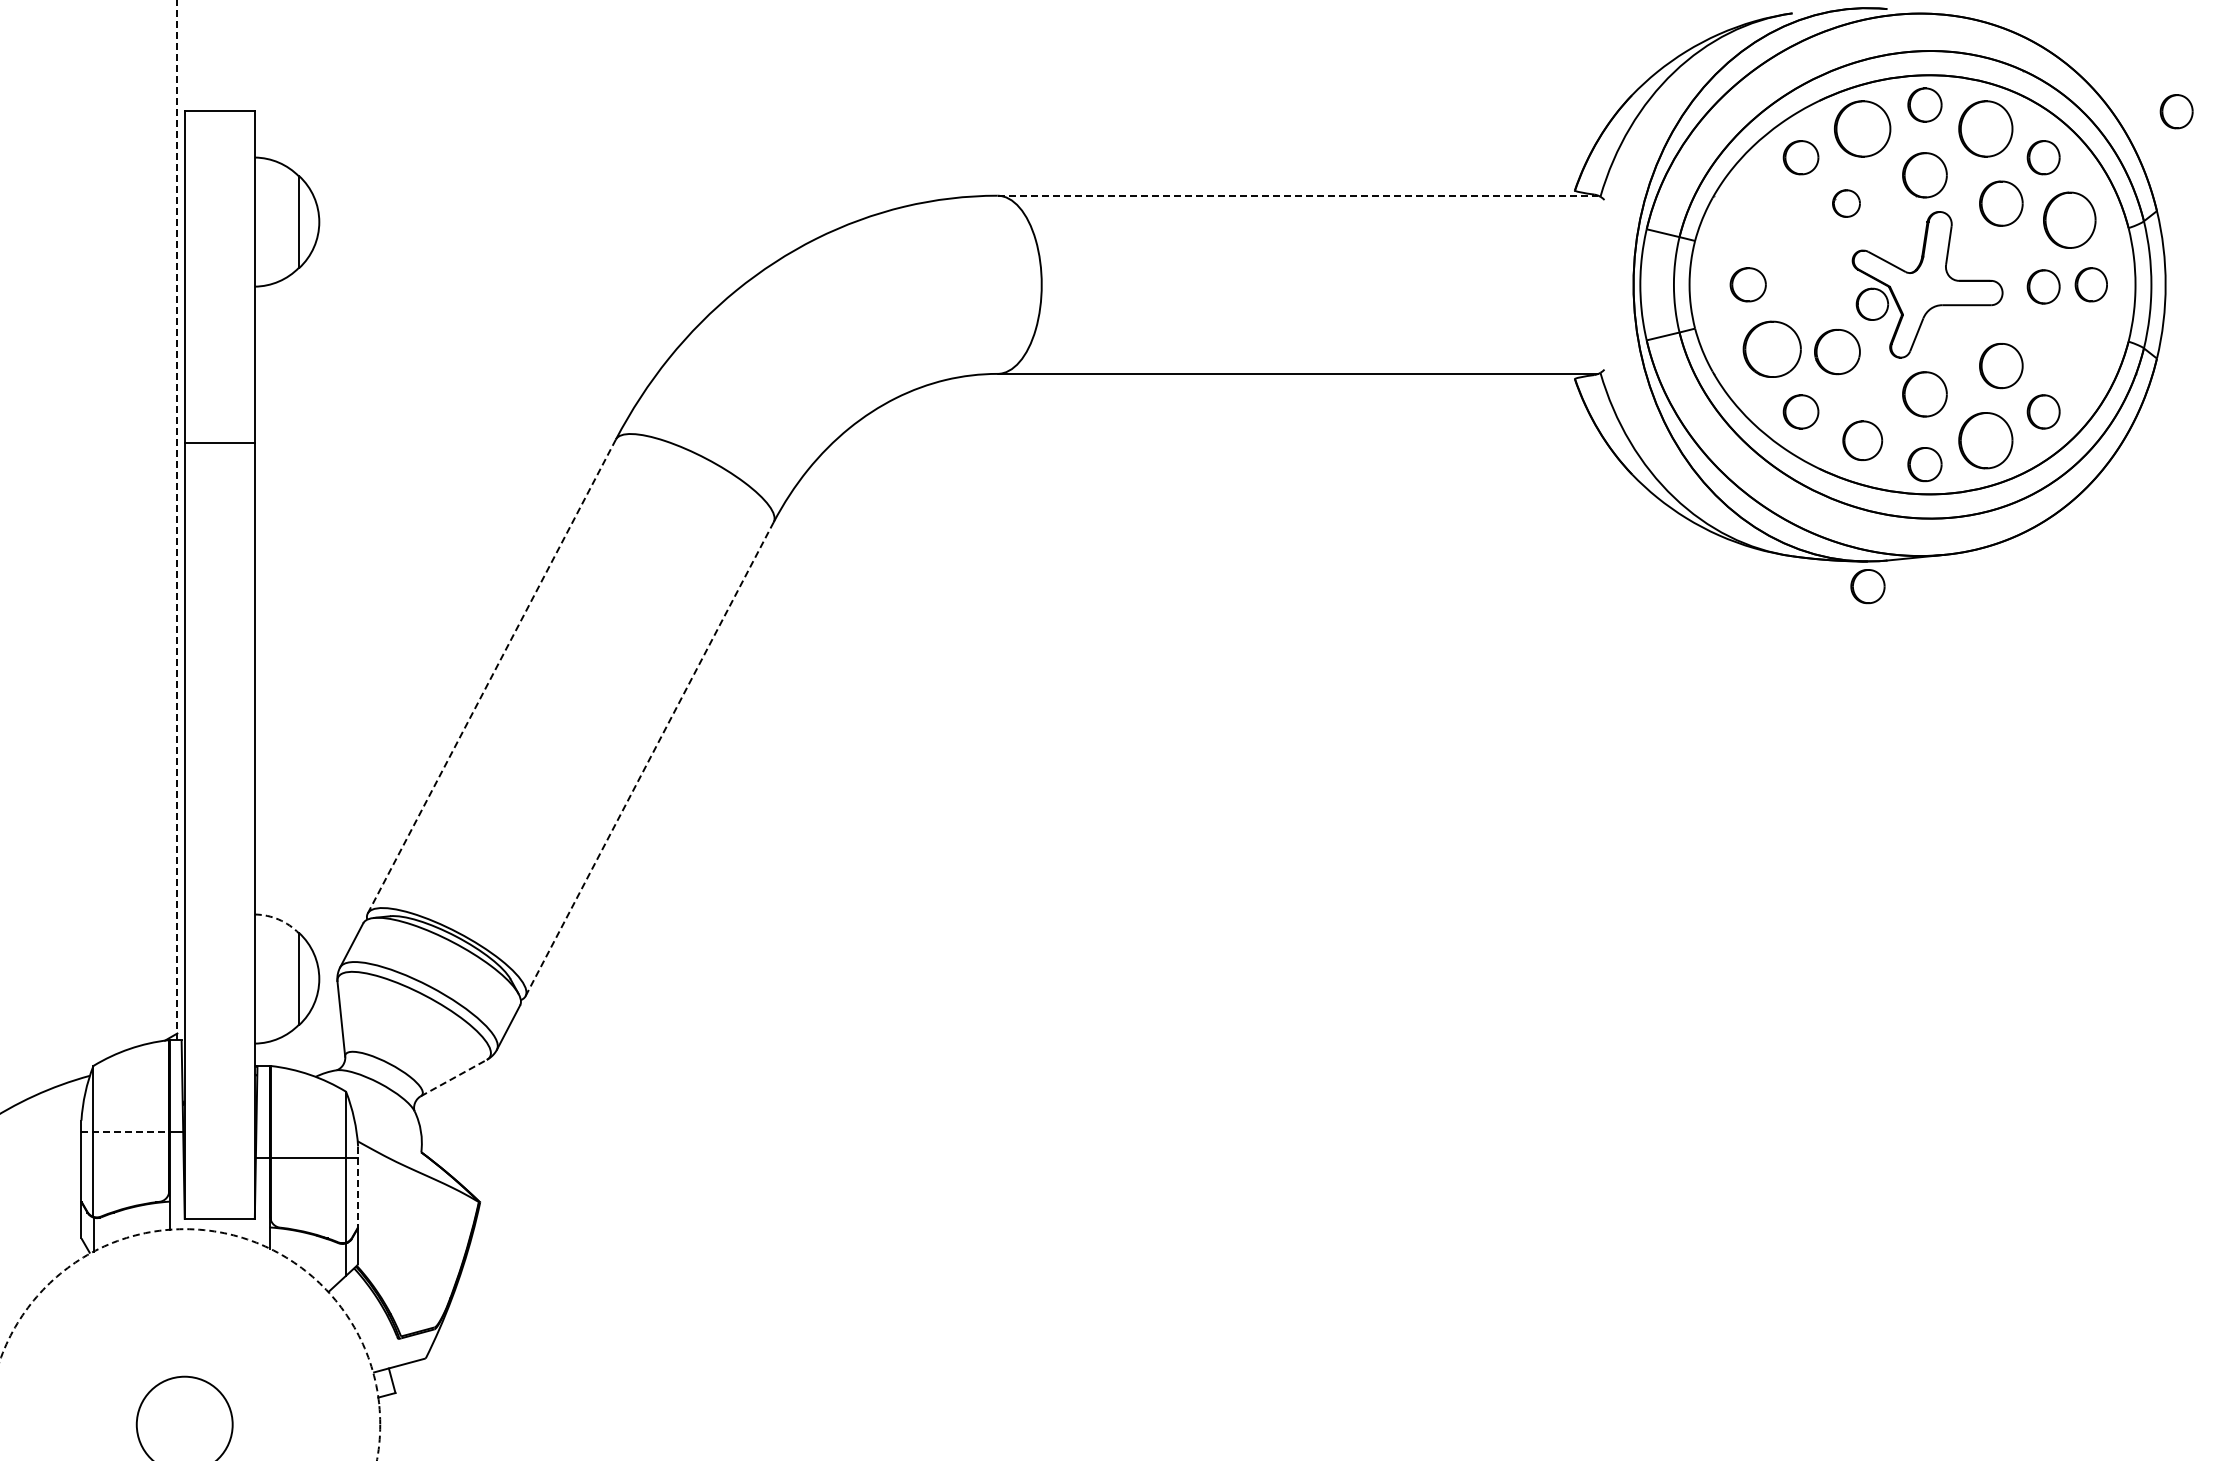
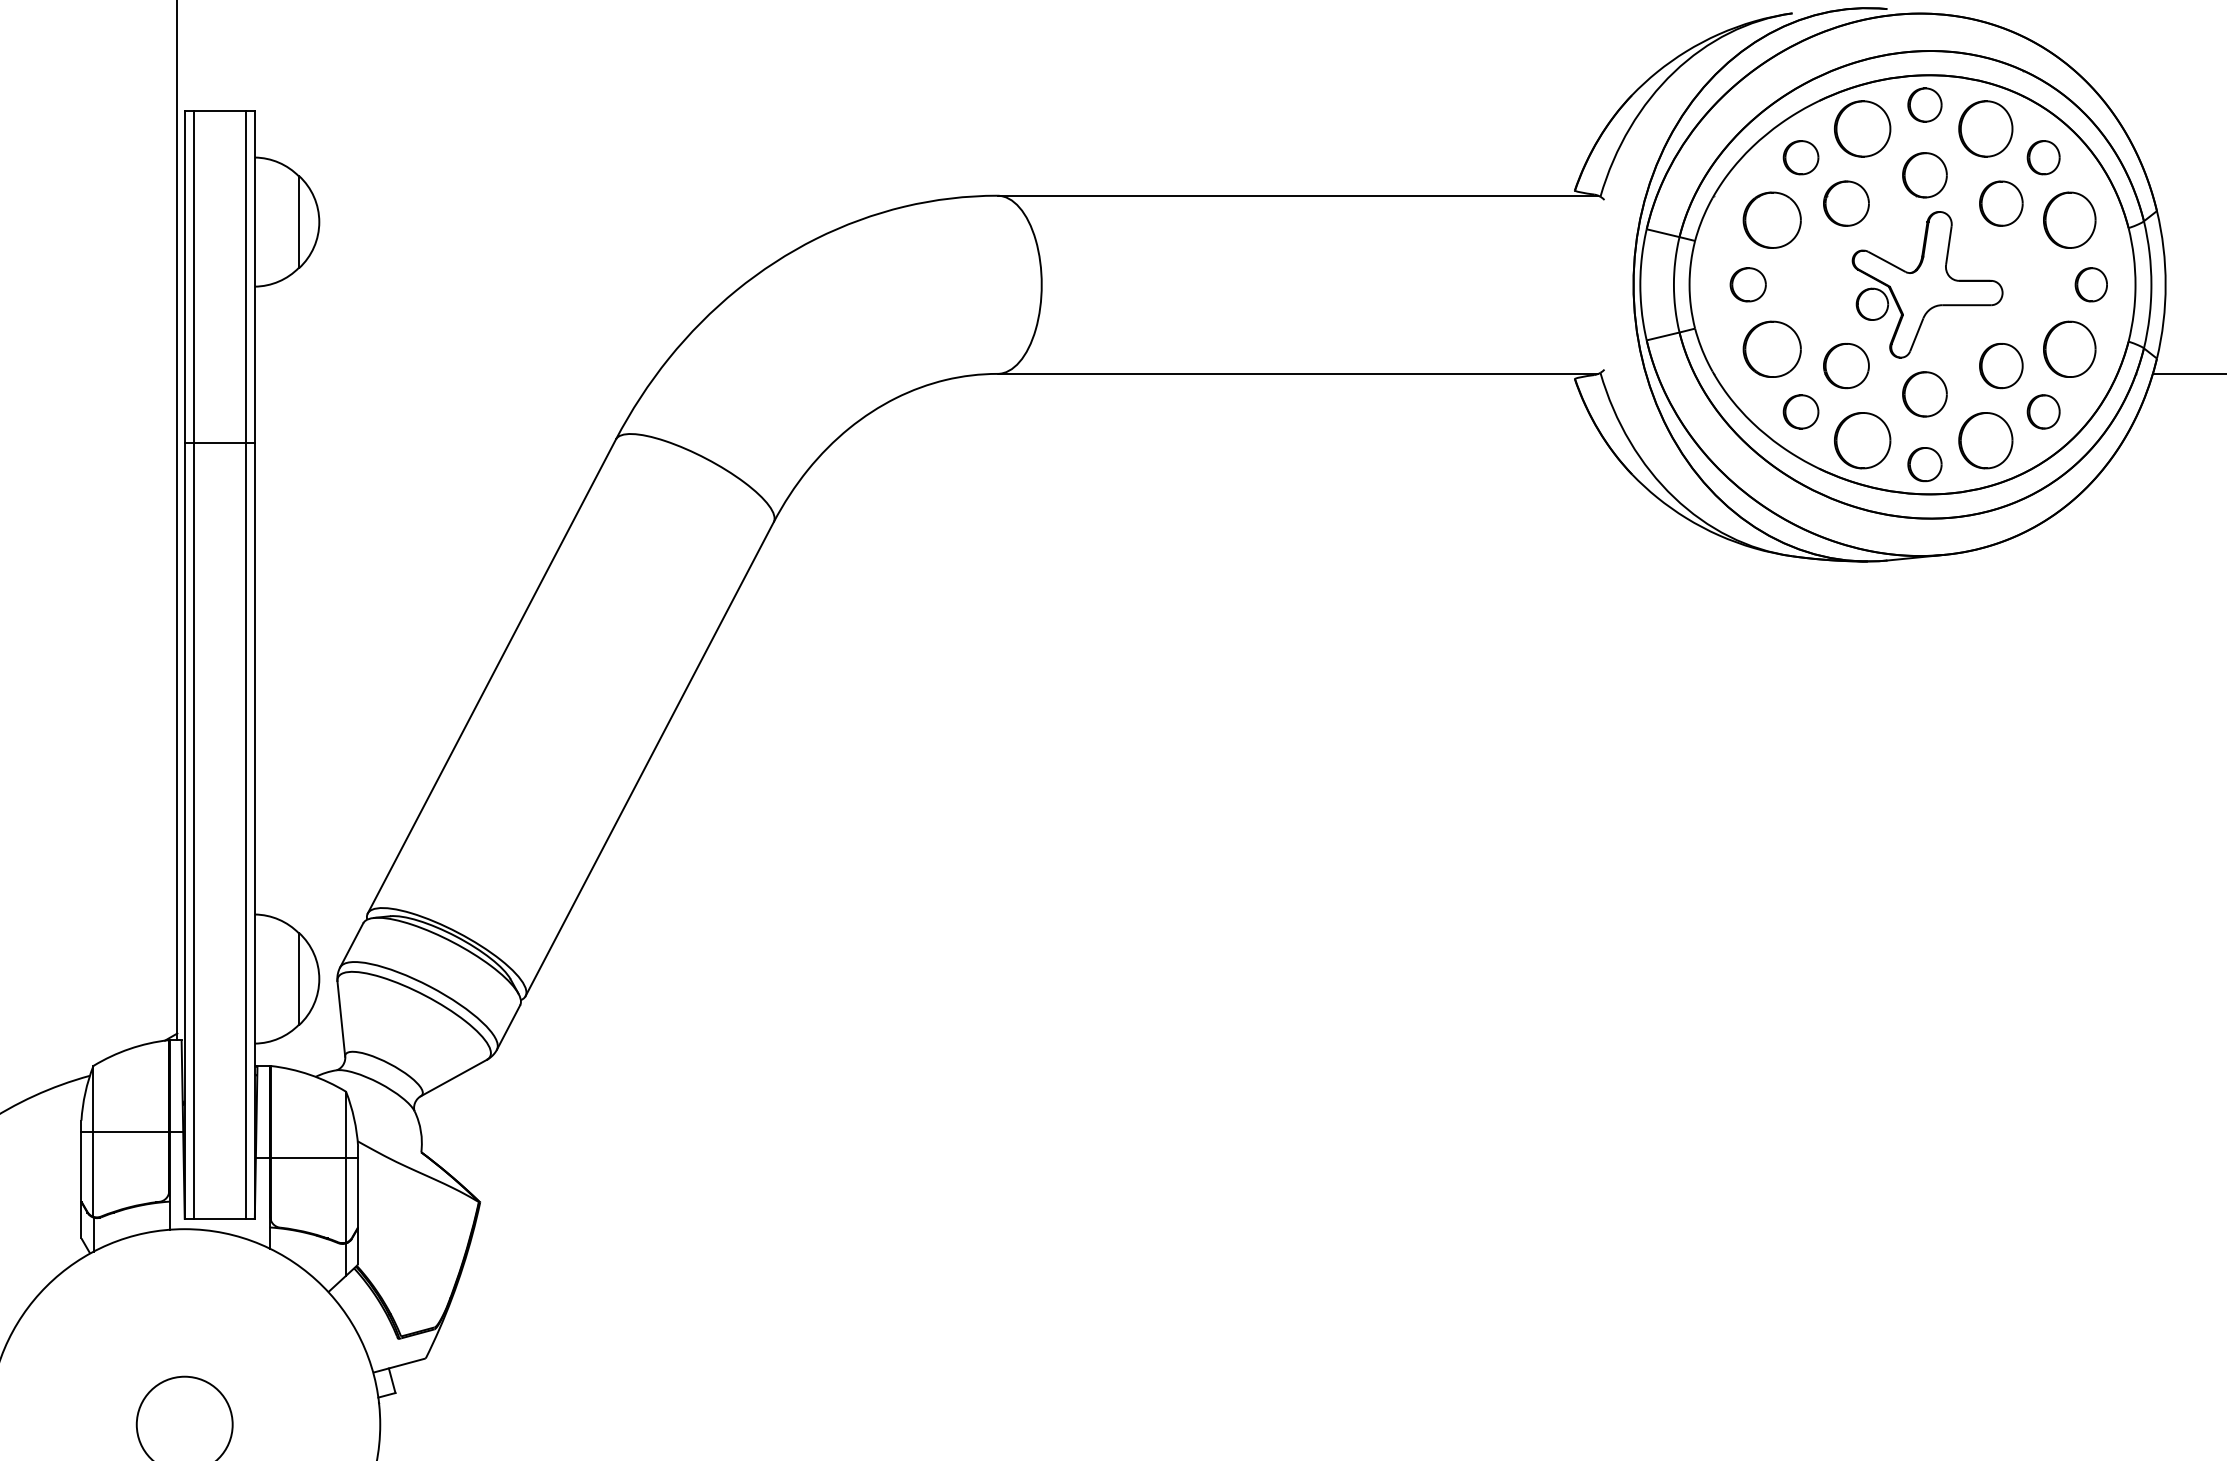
part at (2176, 111): present -> none
line at (1298, 195): dashed -> solid
part at (1846, 203) size: 29x29 px -> 47x47 px
part at (1771, 219): none -> present
part at (2043, 286): present -> none
part at (2069, 348): none -> present
part at (1837, 352) position: (1837, 352) -> (1846, 366)
line at (2187, 373): none -> present
part at (1862, 440) size: 42x41 px -> 58x58 px
line at (177, 520): dashed -> solid
part at (1867, 586): present -> none
line at (193, 664): none -> present
line at (245, 664): none -> present
line at (491, 676): dashed -> solid
line at (649, 759): dashed -> solid
arc at (278, 919): dashed -> solid
line at (453, 1078): dashed -> solid
line at (125, 1132): dashed -> solid
line at (358, 1187): dashed -> solid
circle at (190, 1344): dashed -> solid
